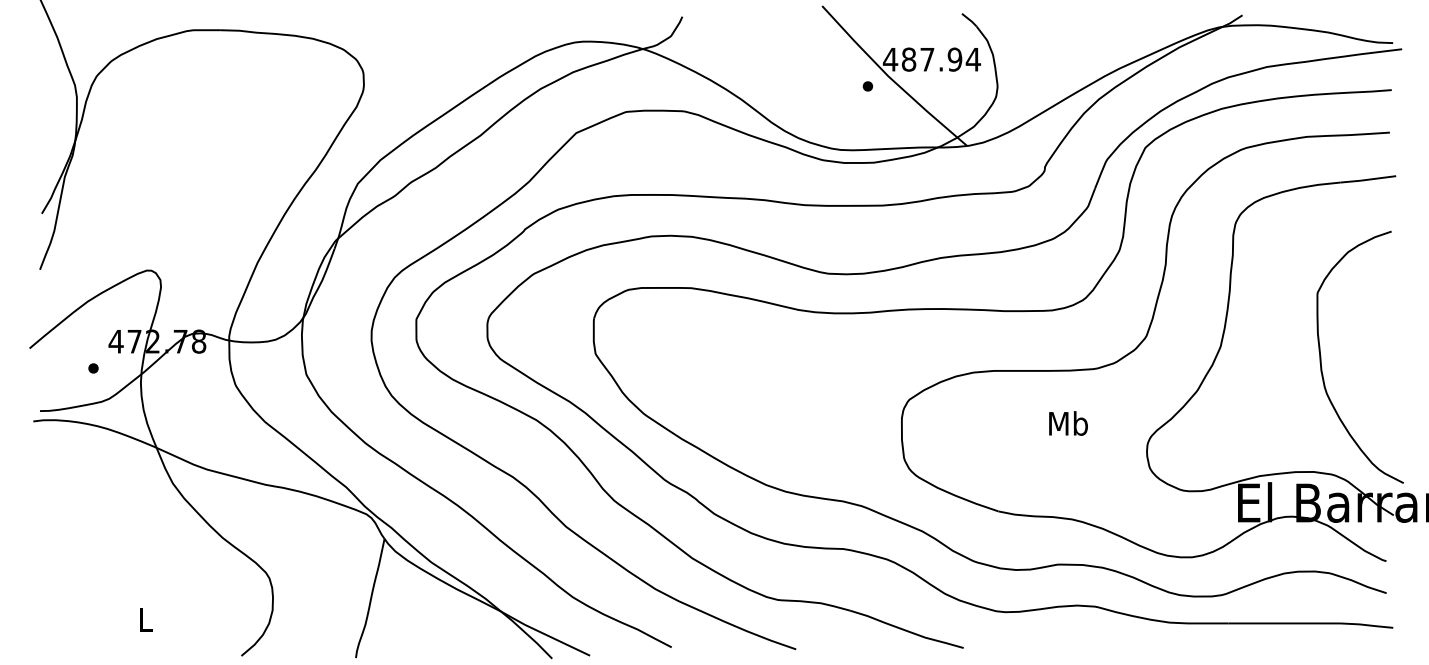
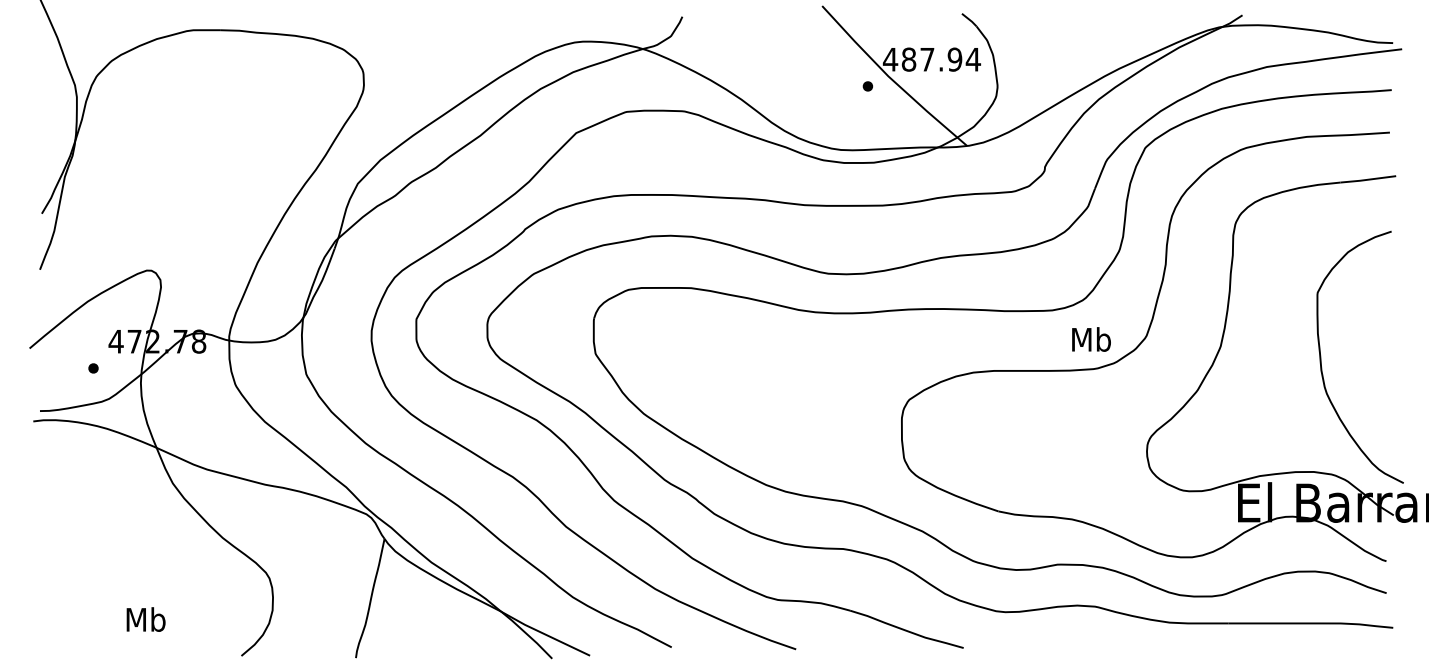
text at (1068, 423) position: (1068, 423) -> (1091, 339)
text at (145, 619): L -> Mb
